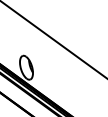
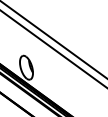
line at (53, 48): none -> present
